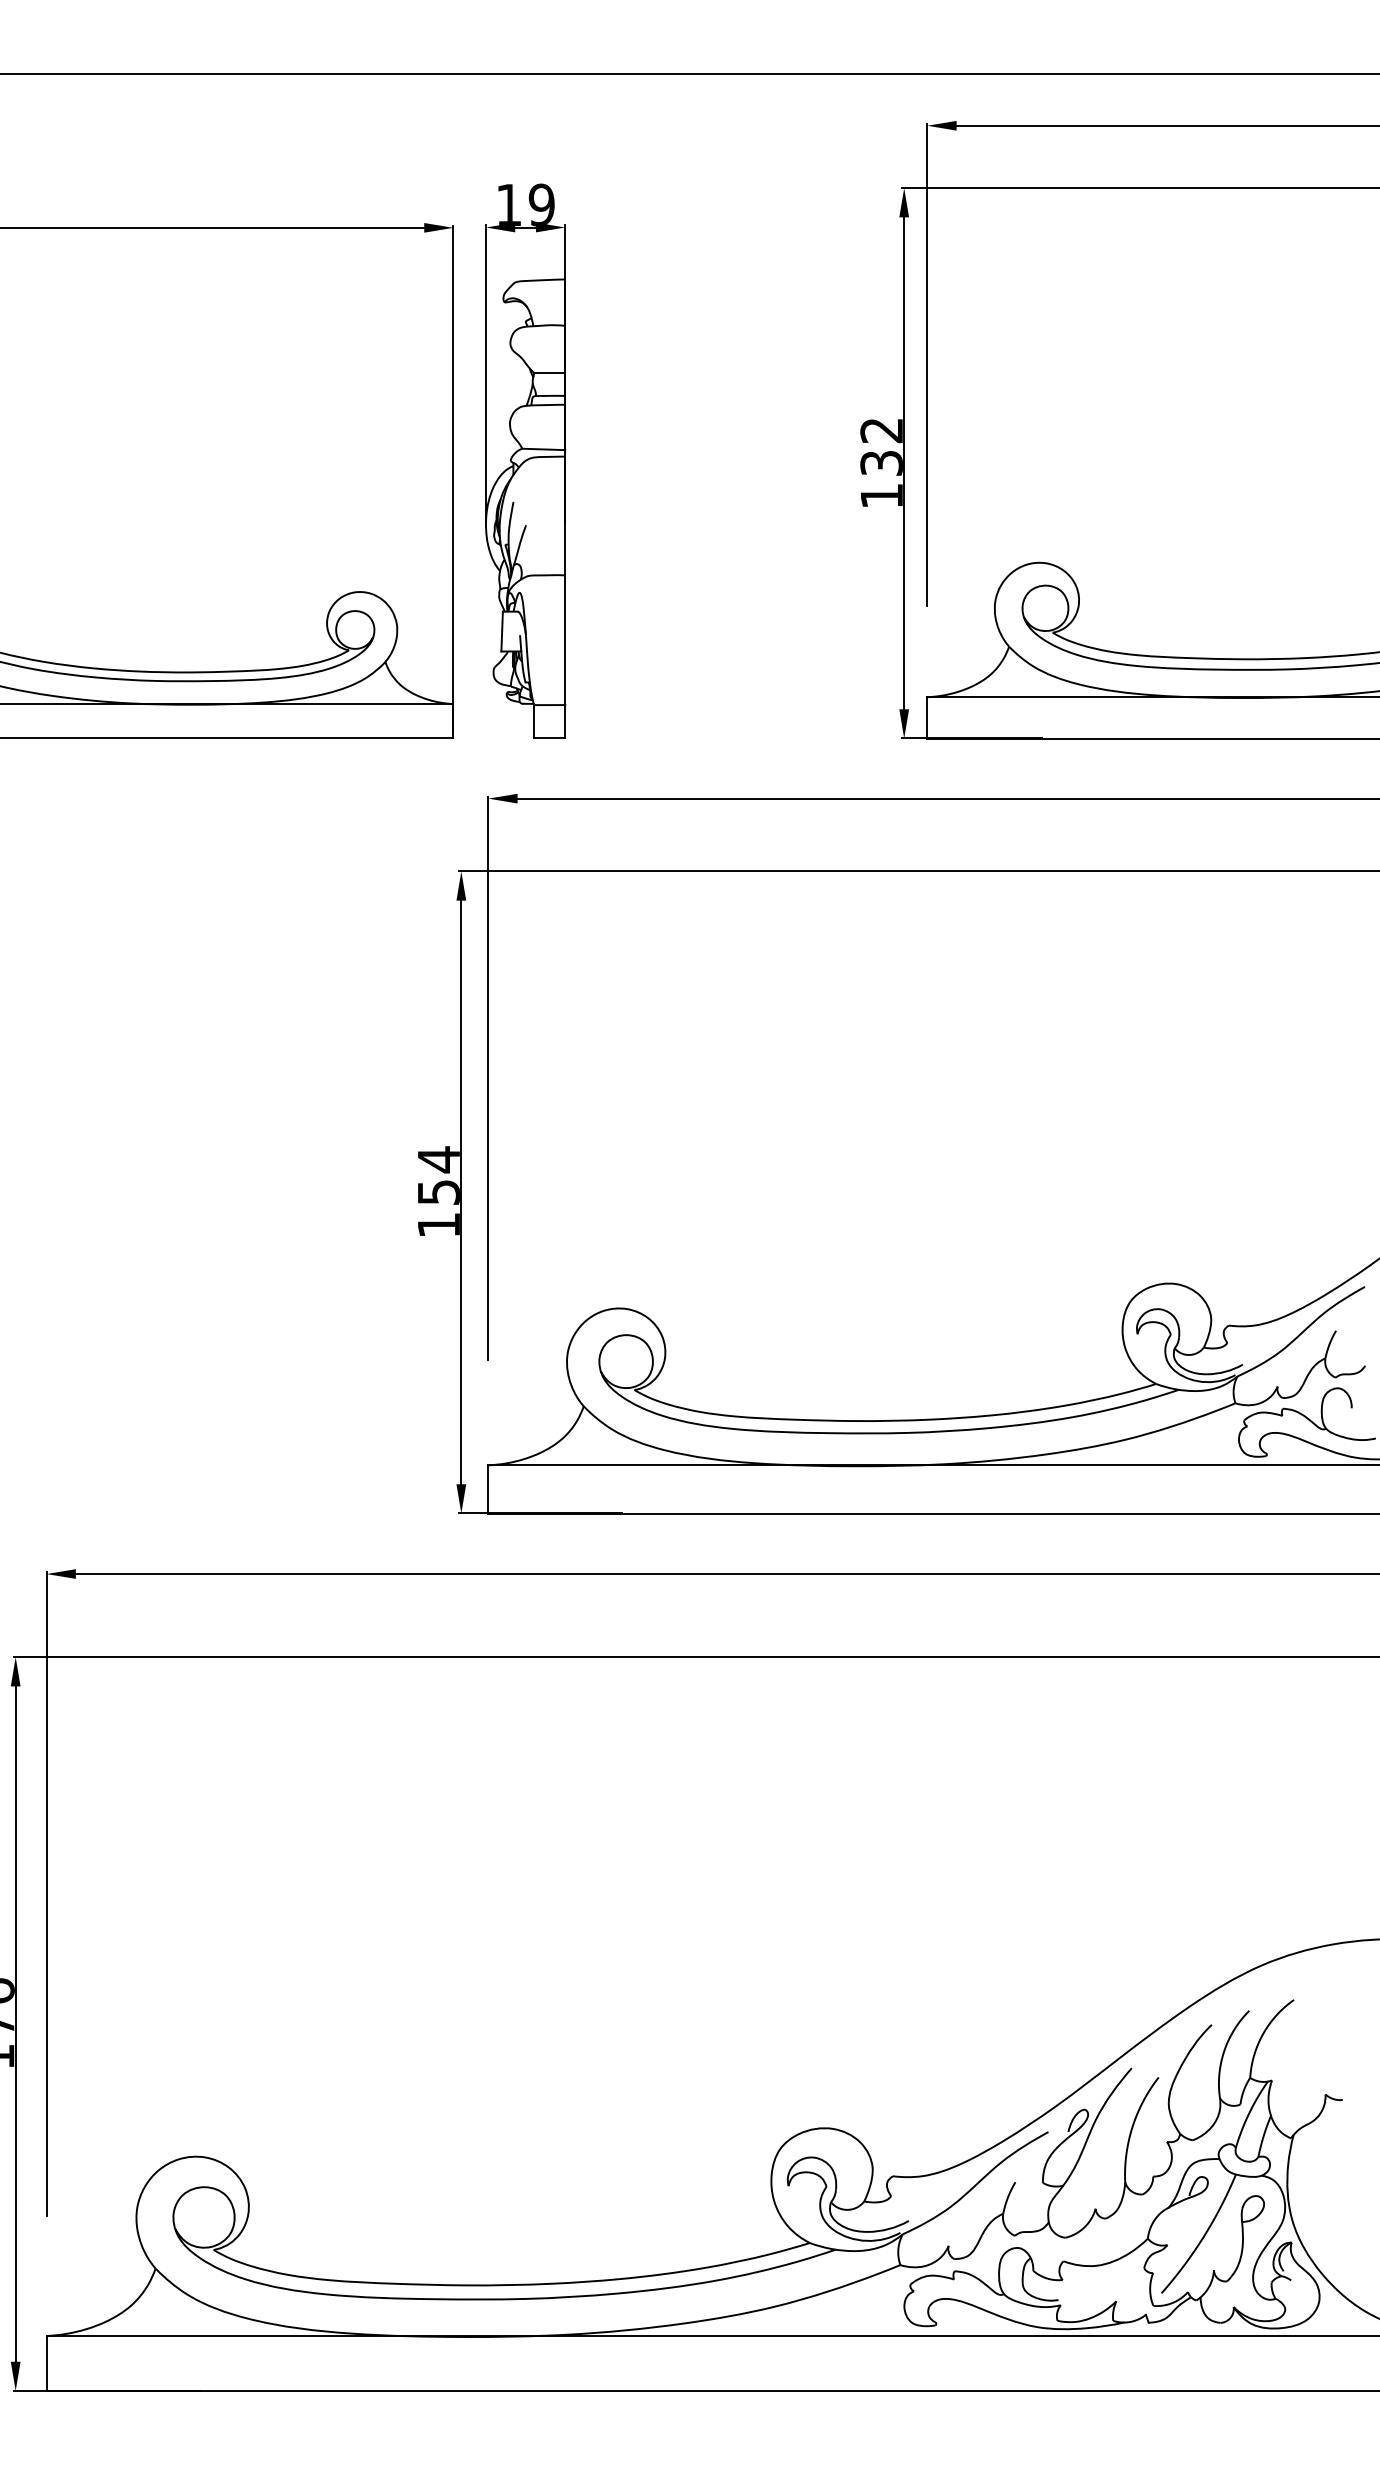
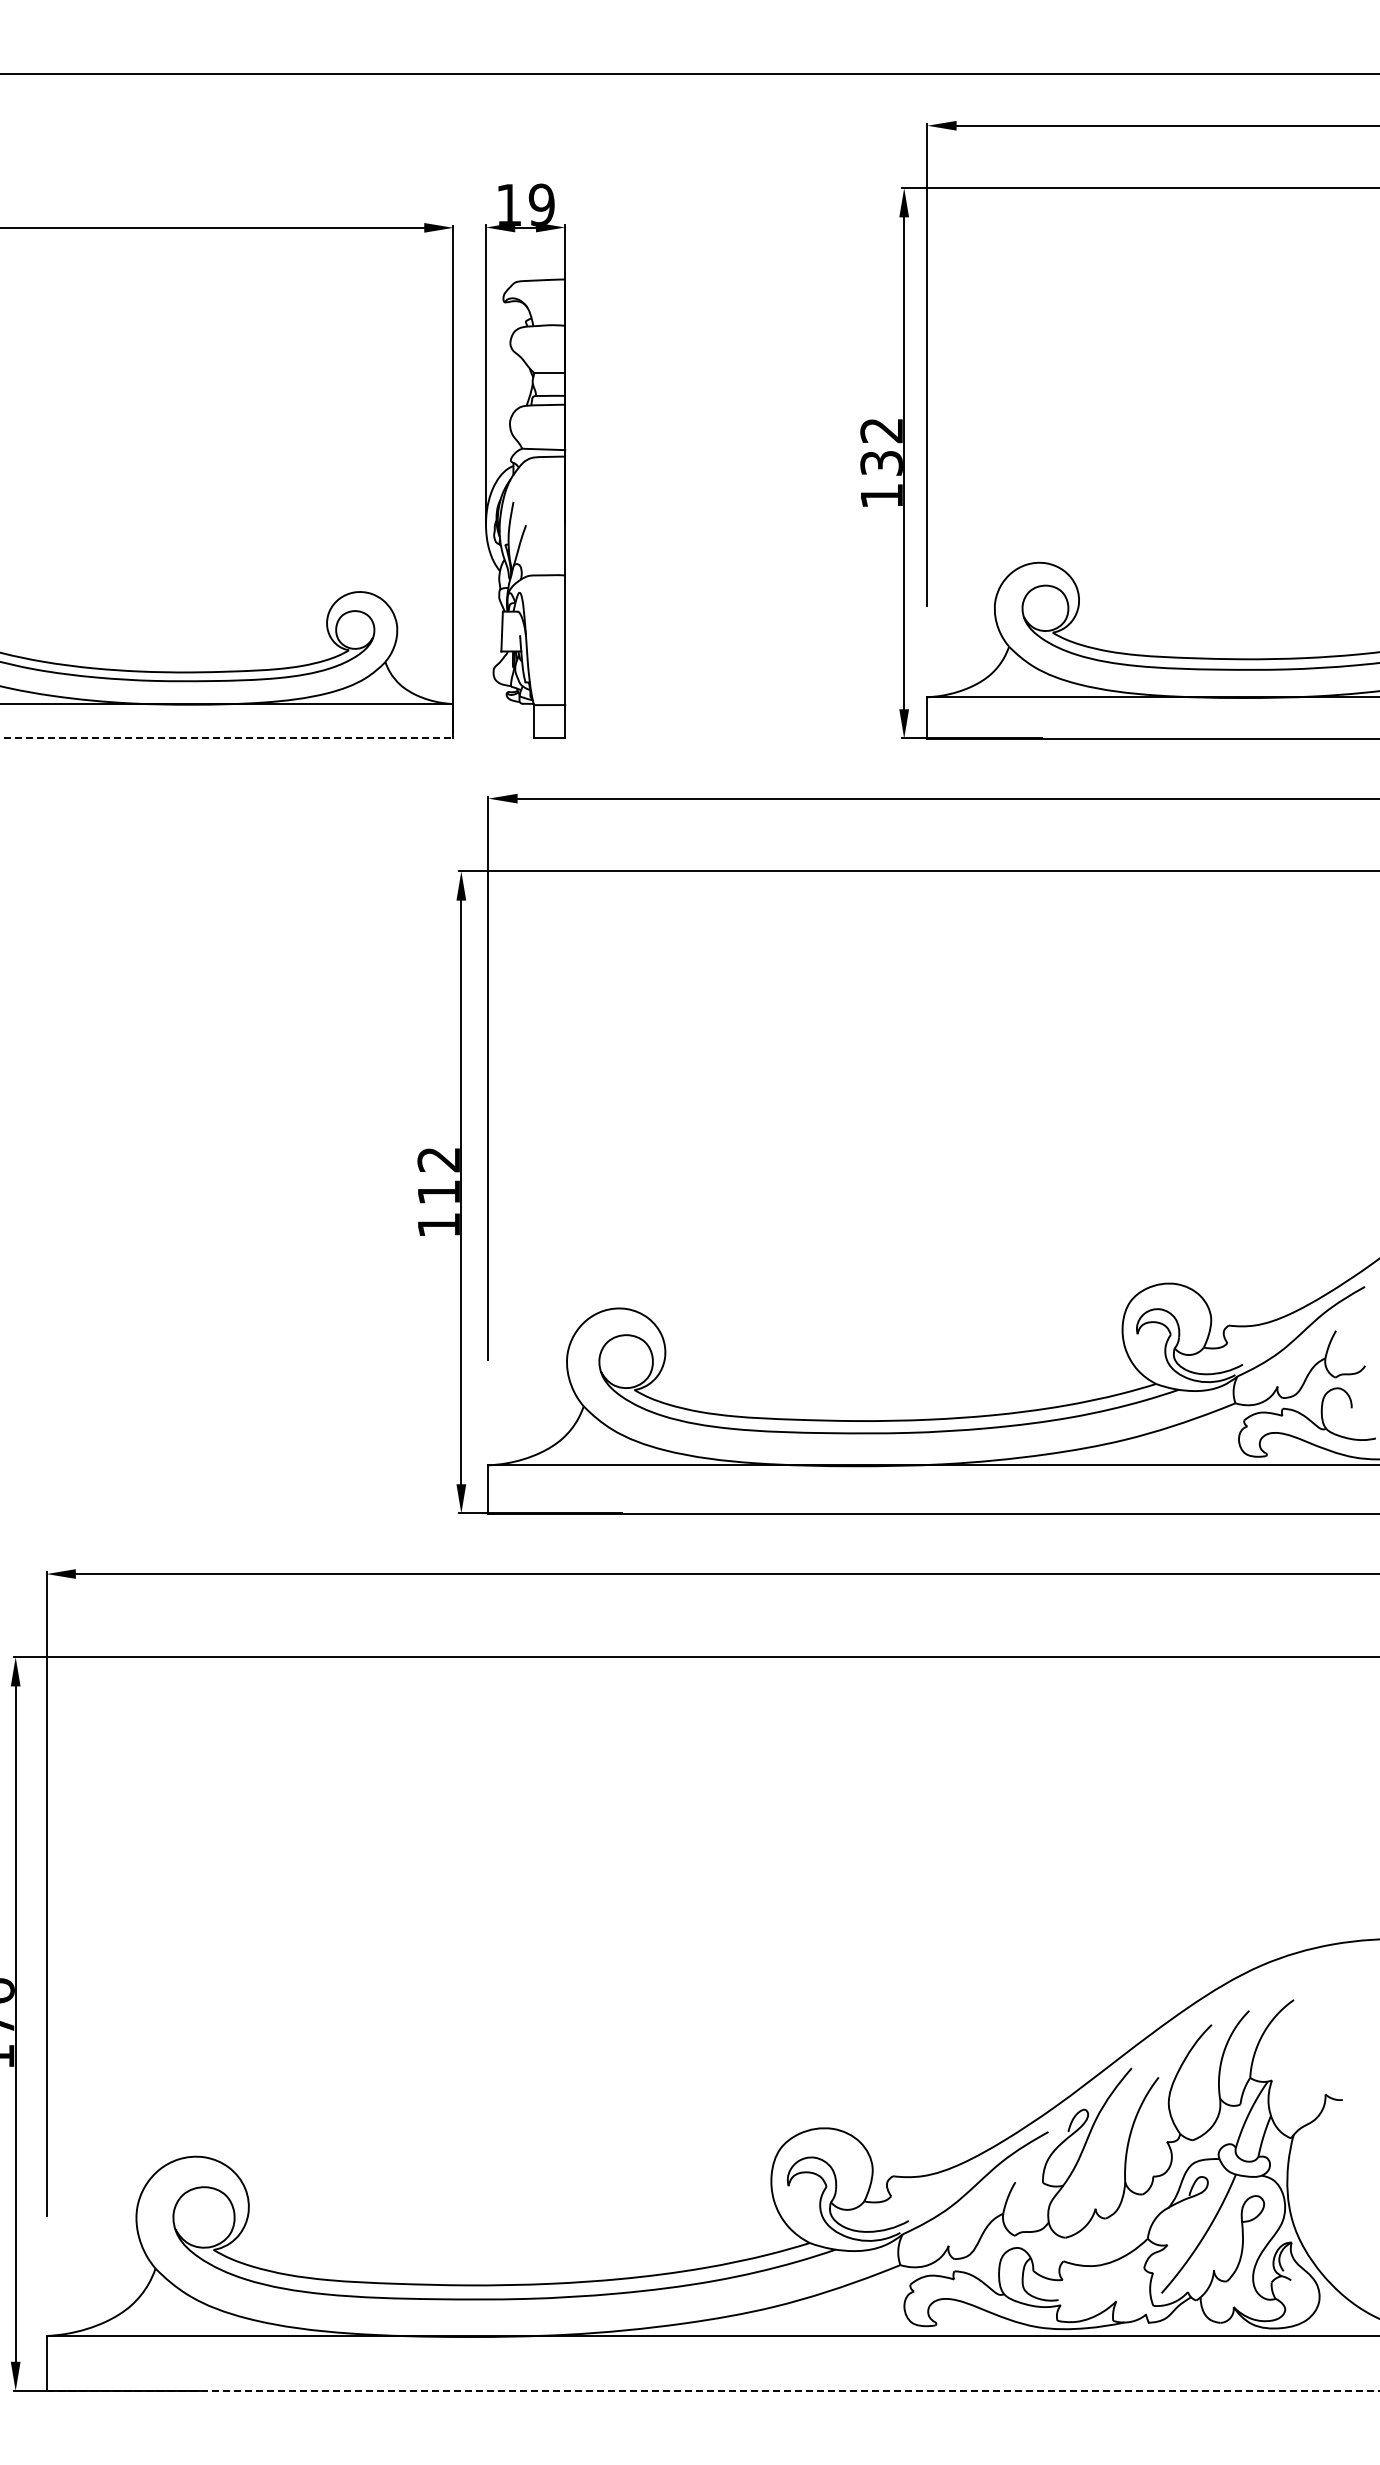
line at (227, 738): solid -> dashed
text at (438, 1175): 154 -> 112
line at (713, 2391): solid -> dashed
